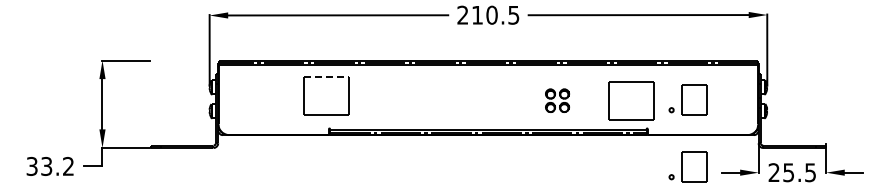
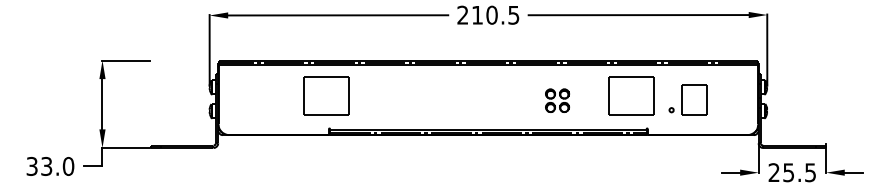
line at (326, 77): dashed -> solid
part at (631, 100) position: (631, 100) -> (631, 95)
text at (68, 166): 33.2 -> 33.0
part at (687, 166): present -> none
